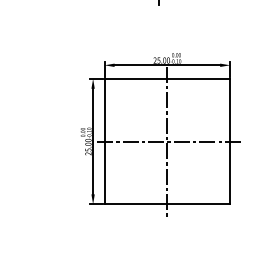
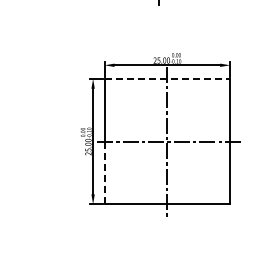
line at (167, 78): solid -> dashed
line at (104, 172): solid -> dashed
